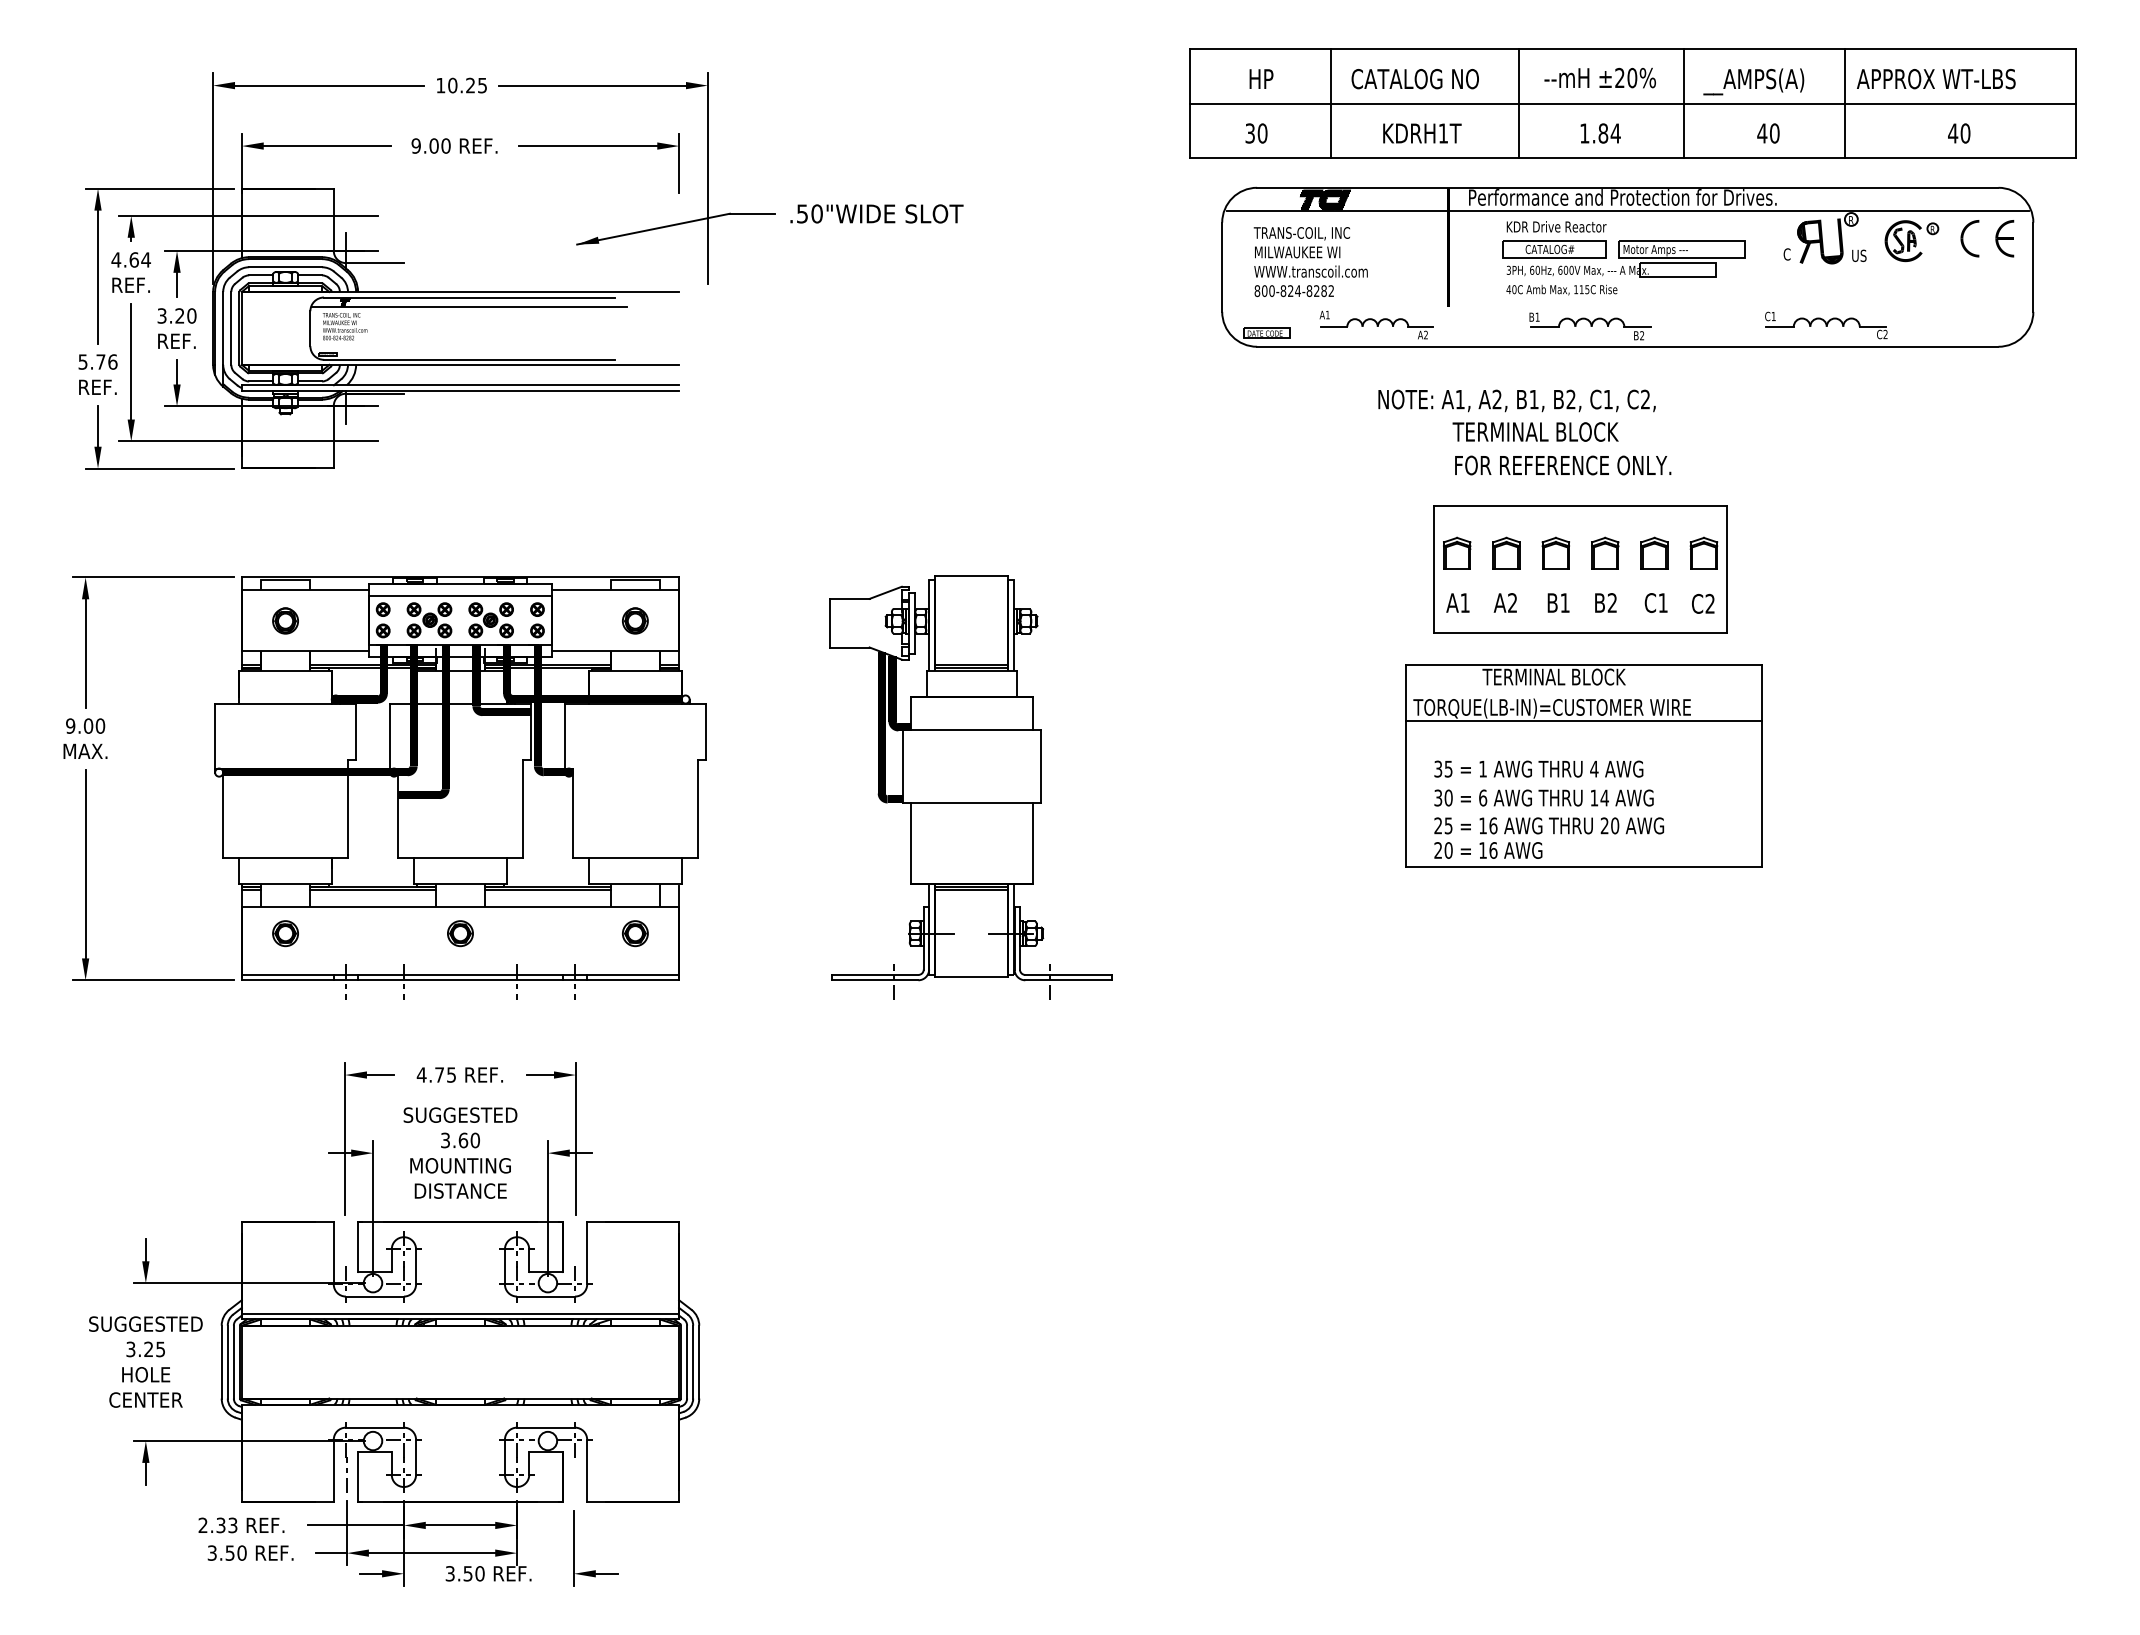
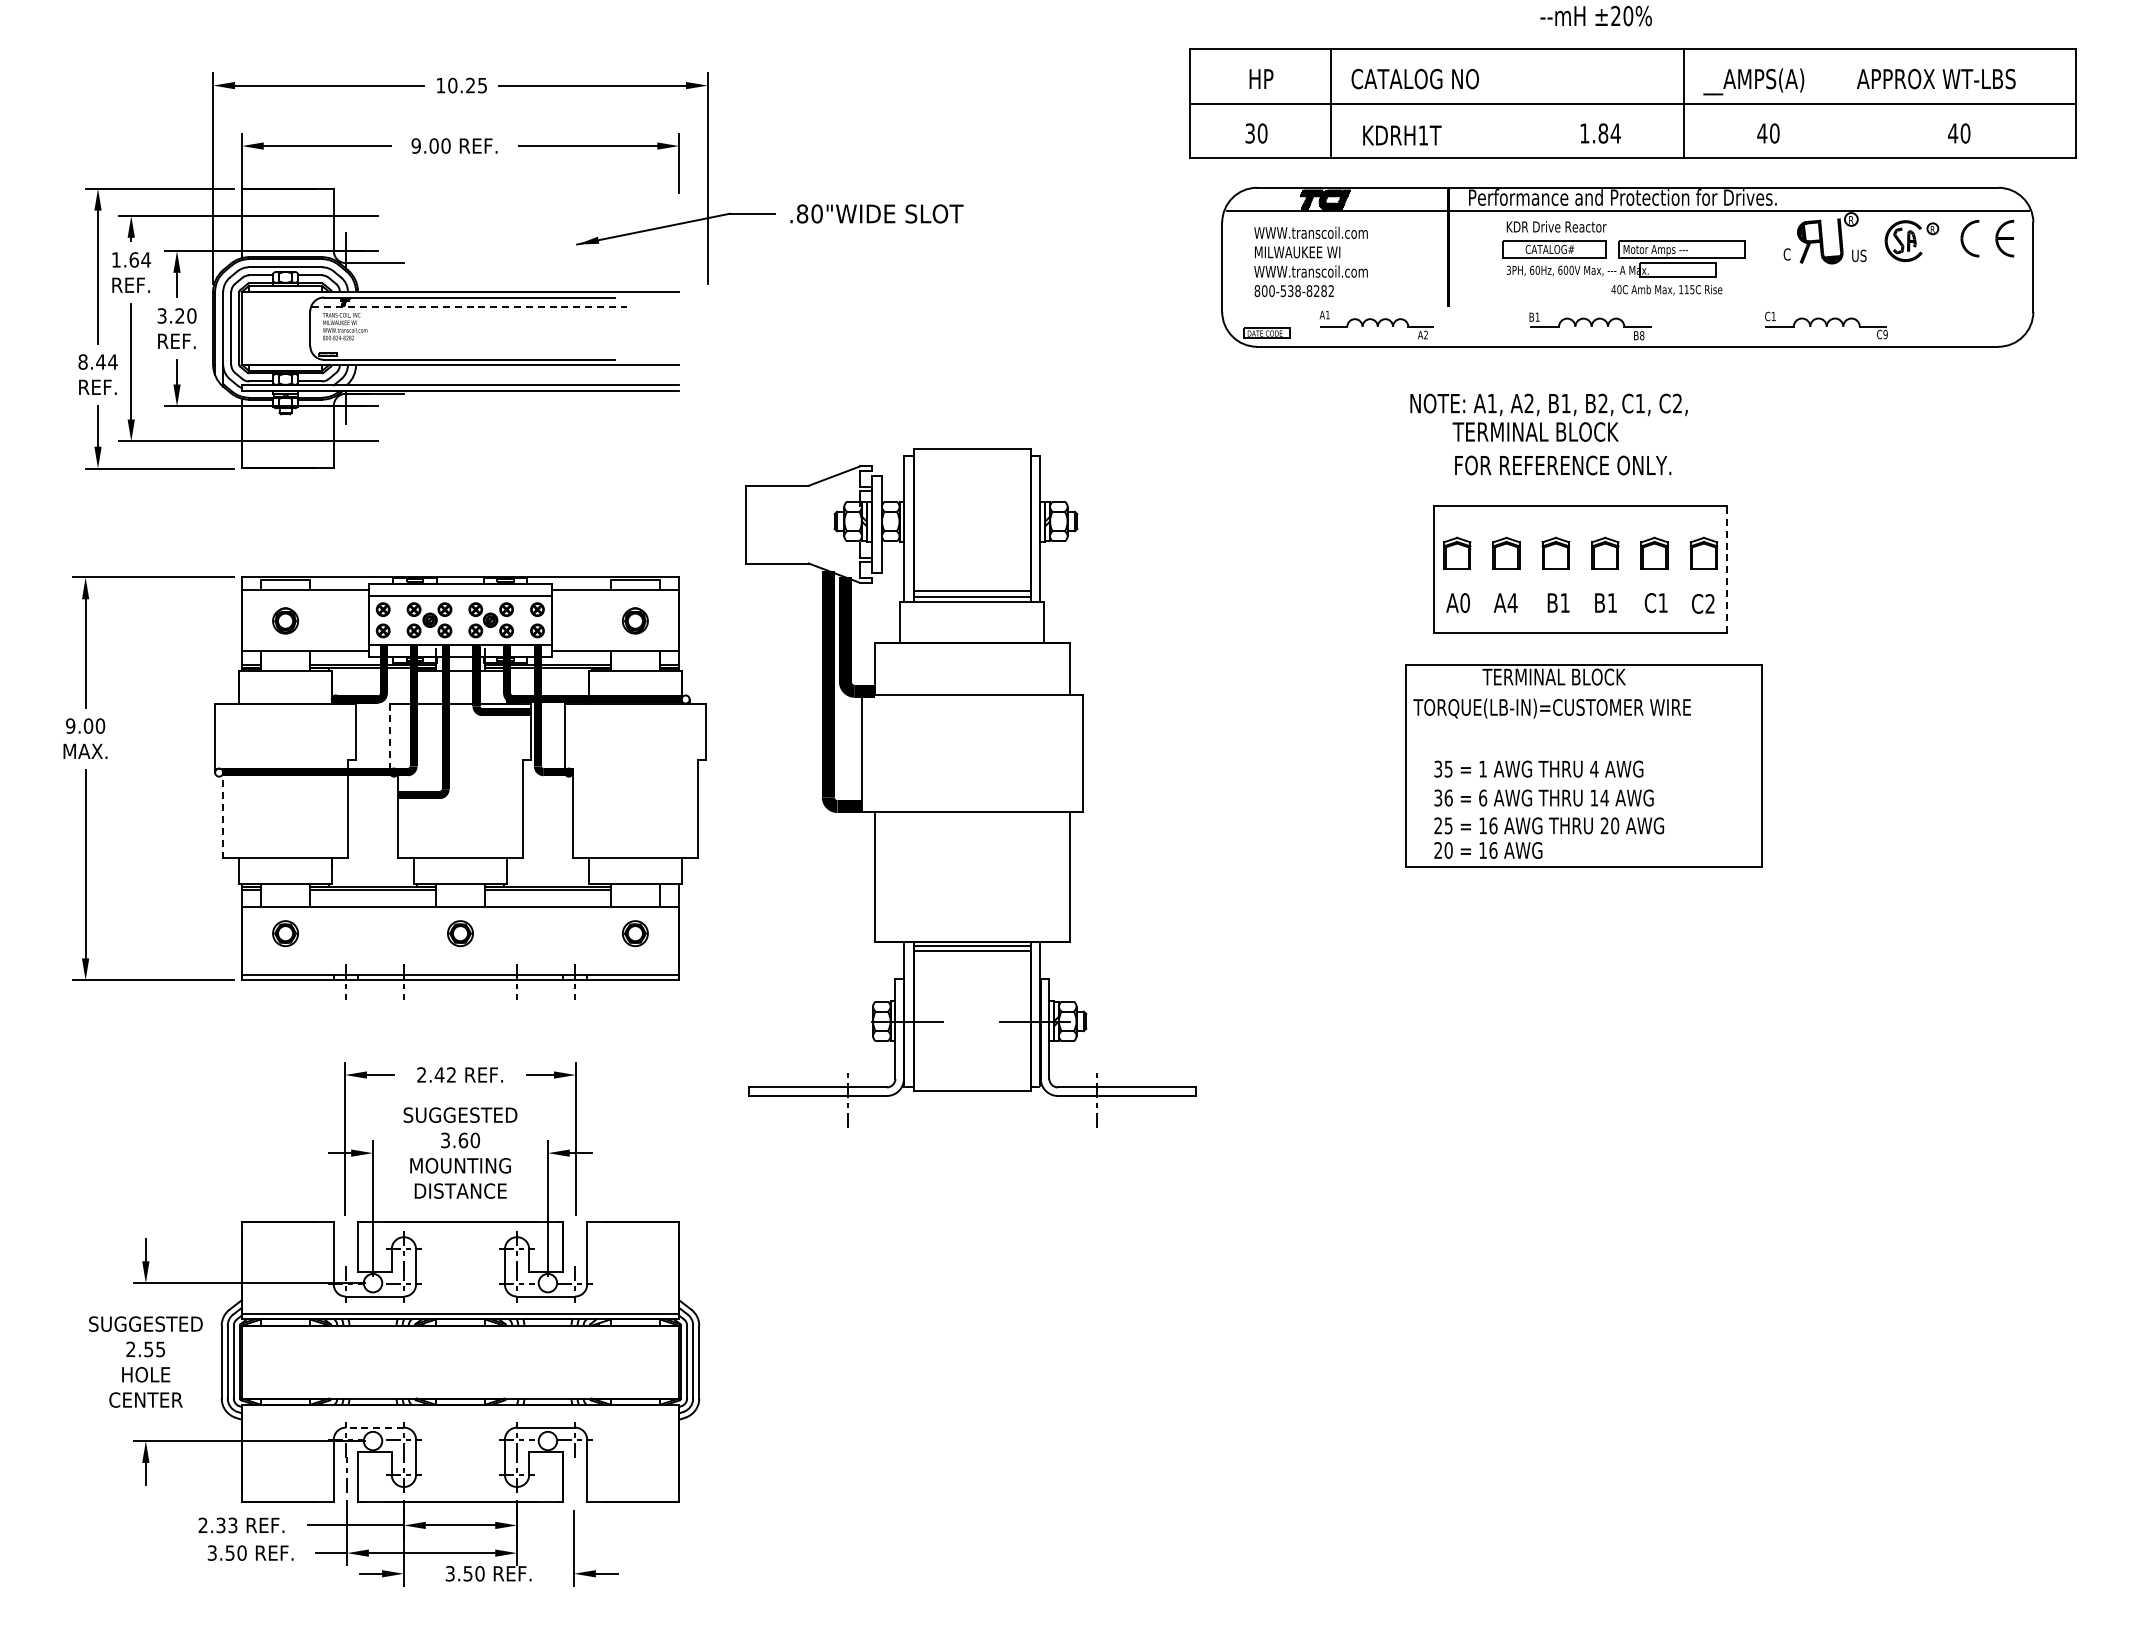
text at (1599, 77) position: (1599, 77) -> (1595, 15)
line at (1518, 103): present -> none
line at (1845, 103): present -> none
text at (1422, 133) position: (1422, 133) -> (1402, 135)
text at (802, 213): .50"WIDE -> .80"WIDE
text at (1310, 233): TRANS-COIL, INC -> WWW.transcoil.com
text at (116, 259): 4.64 -> 1.64
text at (1561, 289) position: (1561, 289) -> (1666, 289)
text at (1290, 291): 800-824-8282 -> 800-538-8282
line at (470, 306): solid -> dashed
text at (1885, 334): C2 -> C9
text at (1642, 335): B2 -> B8
text at (97, 361): 5.76 -> 8.44
text at (1516, 400) position: (1516, 400) -> (1548, 404)
line at (1727, 568): solid -> dashed
text at (1464, 602): A1 -> A0
text at (1512, 602): A2 -> A4
text at (1611, 602): B2 -> B1
line at (1583, 721): present -> none
line at (389, 738): solid -> dashed
part at (970, 787) size: 284x425 px -> 452x680 px
text at (1448, 797): 30 -> 36
line at (223, 813): solid -> dashed
text at (435, 1074): 4.75 -> 2.42
text at (139, 1349): 3.25 -> 2.55
line at (374, 1427): solid -> dashed
